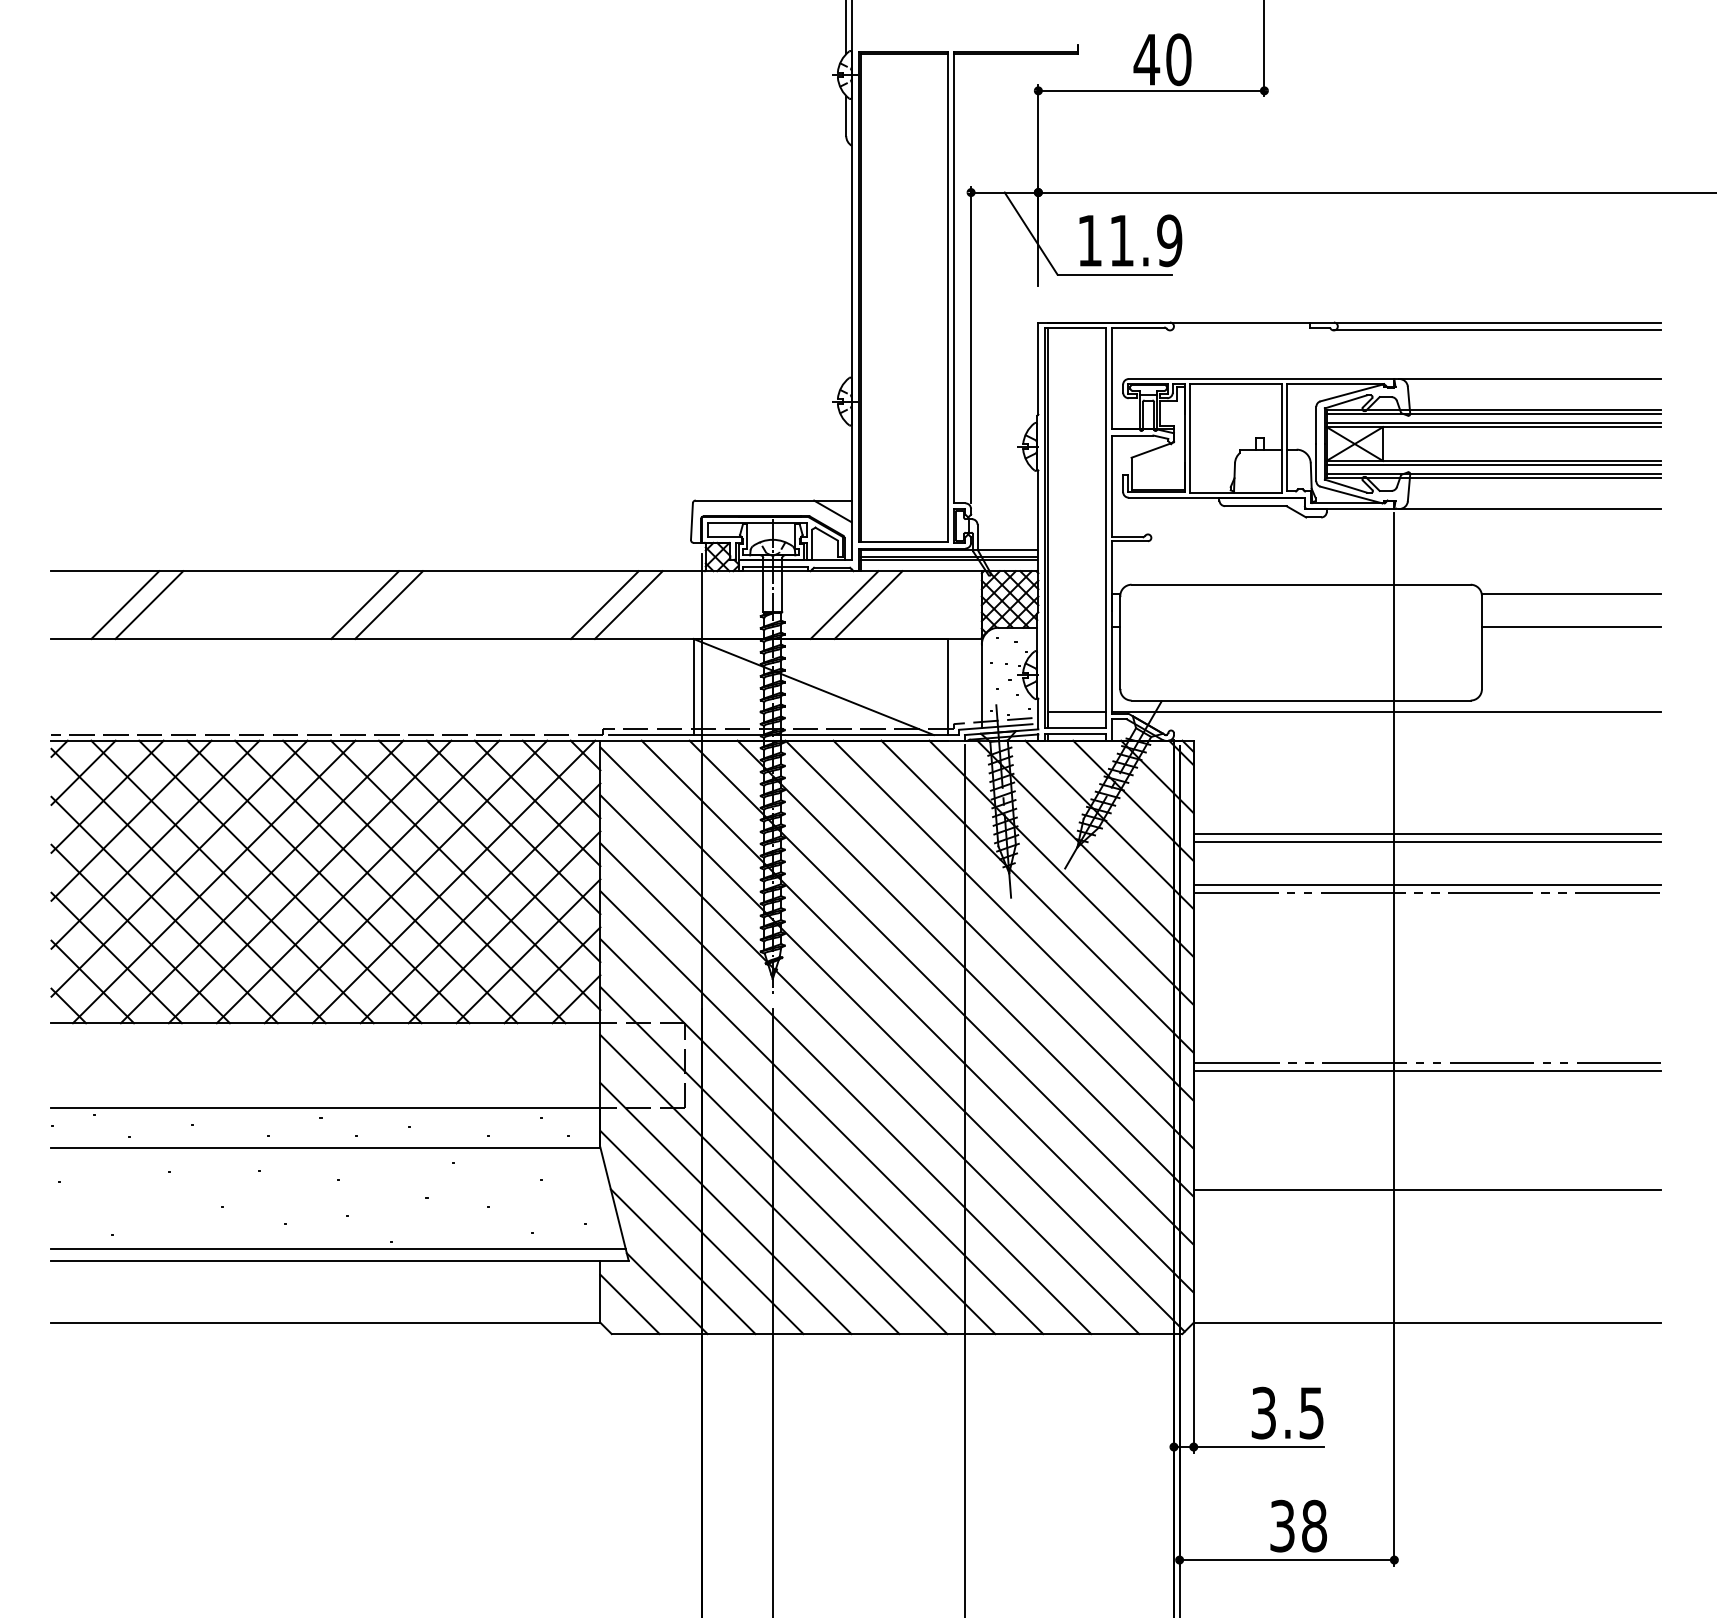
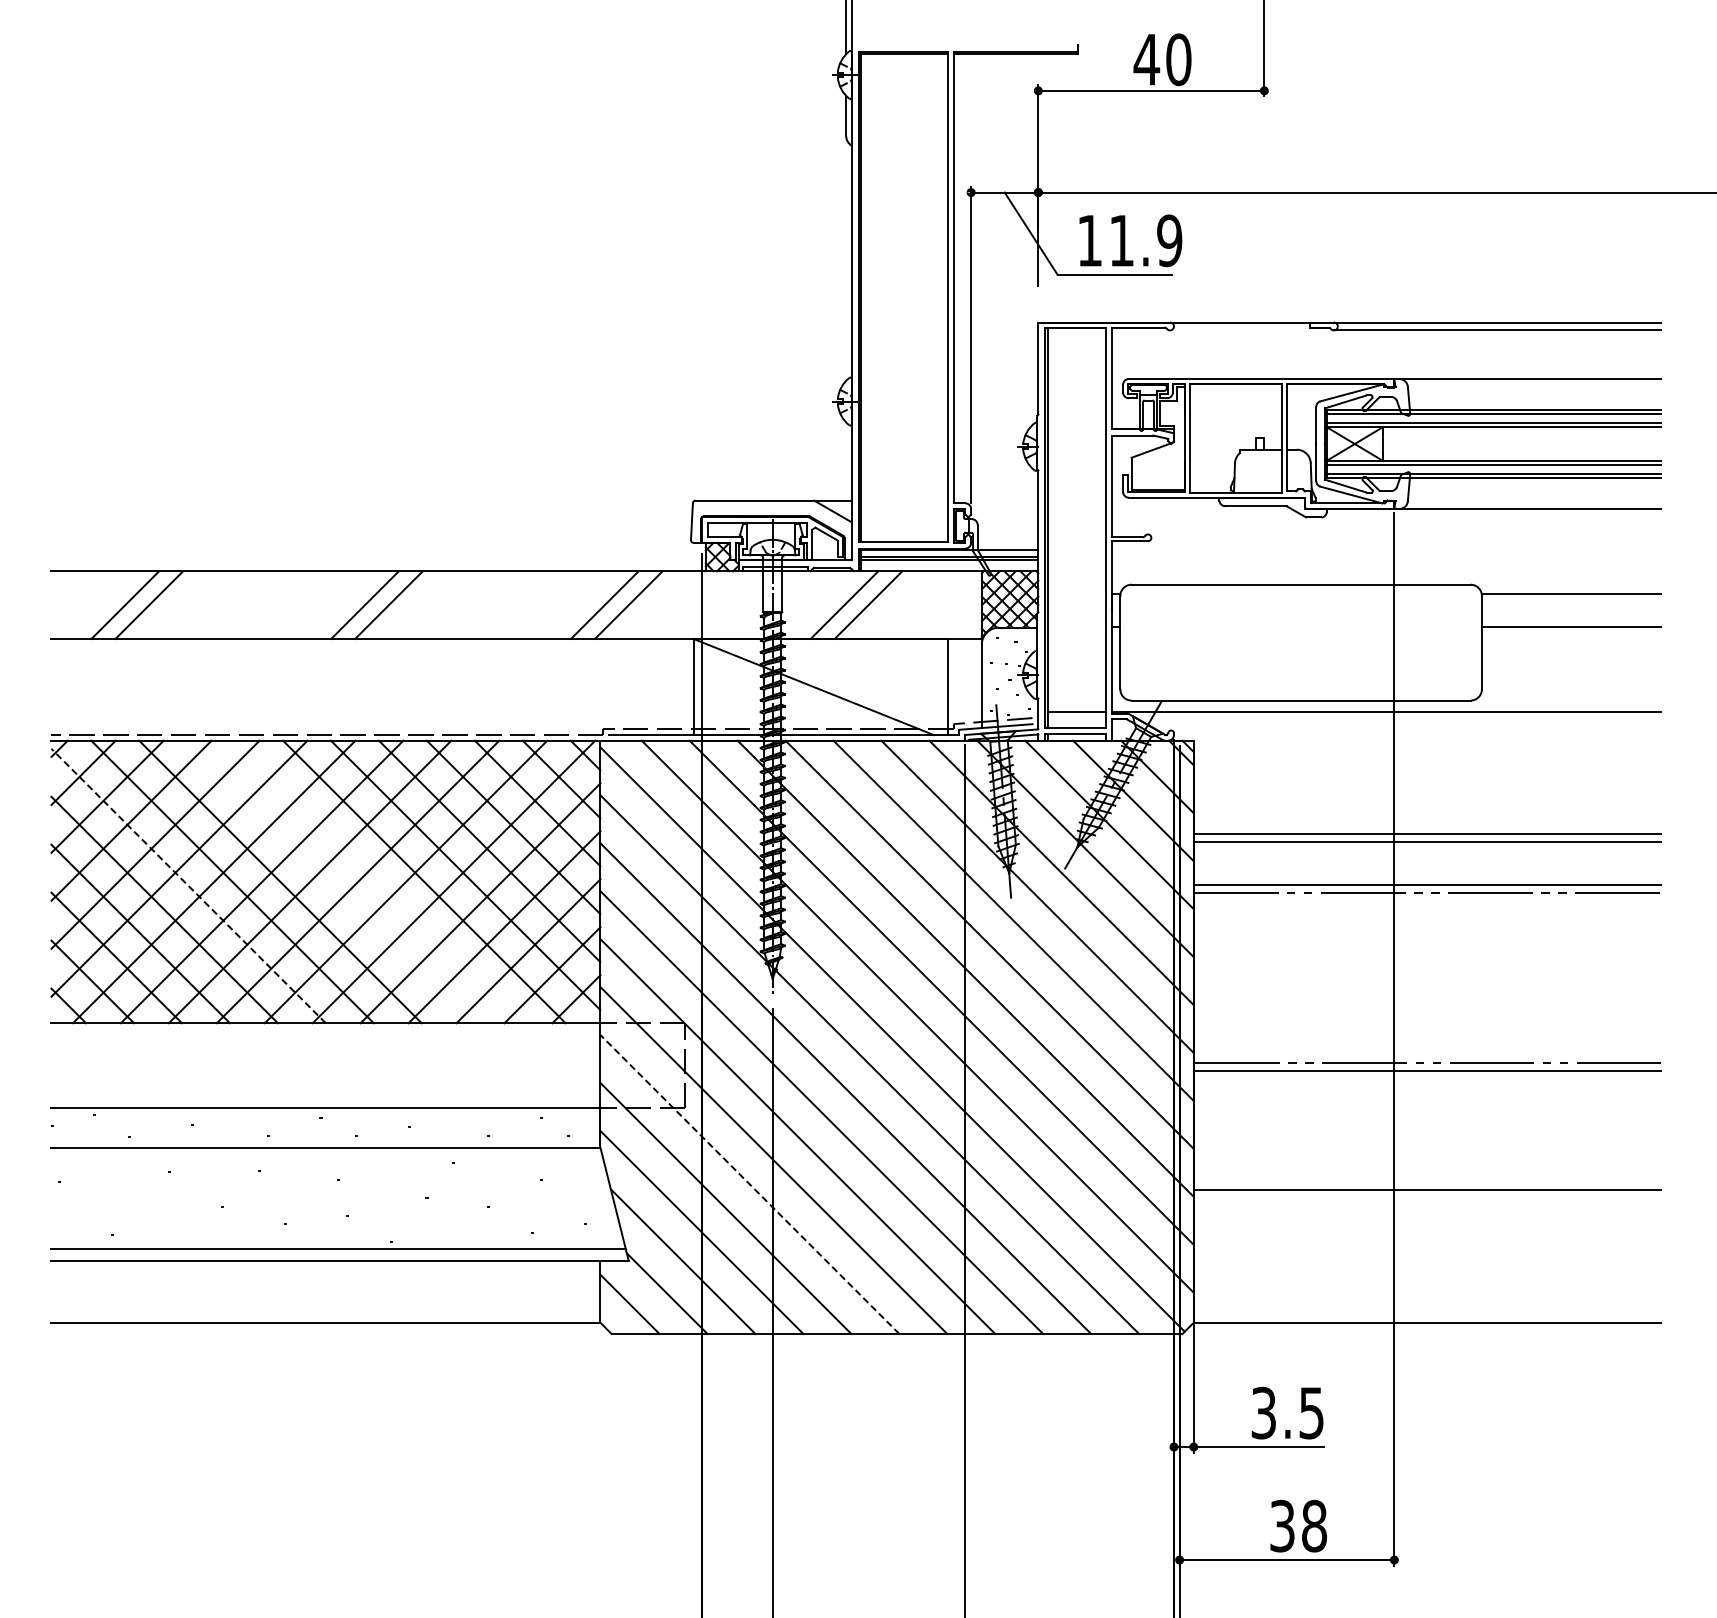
line at (328, 881): present -> none
line at (376, 881): present -> none
line at (188, 886): solid -> dashed
line at (749, 1184): solid -> dashed
